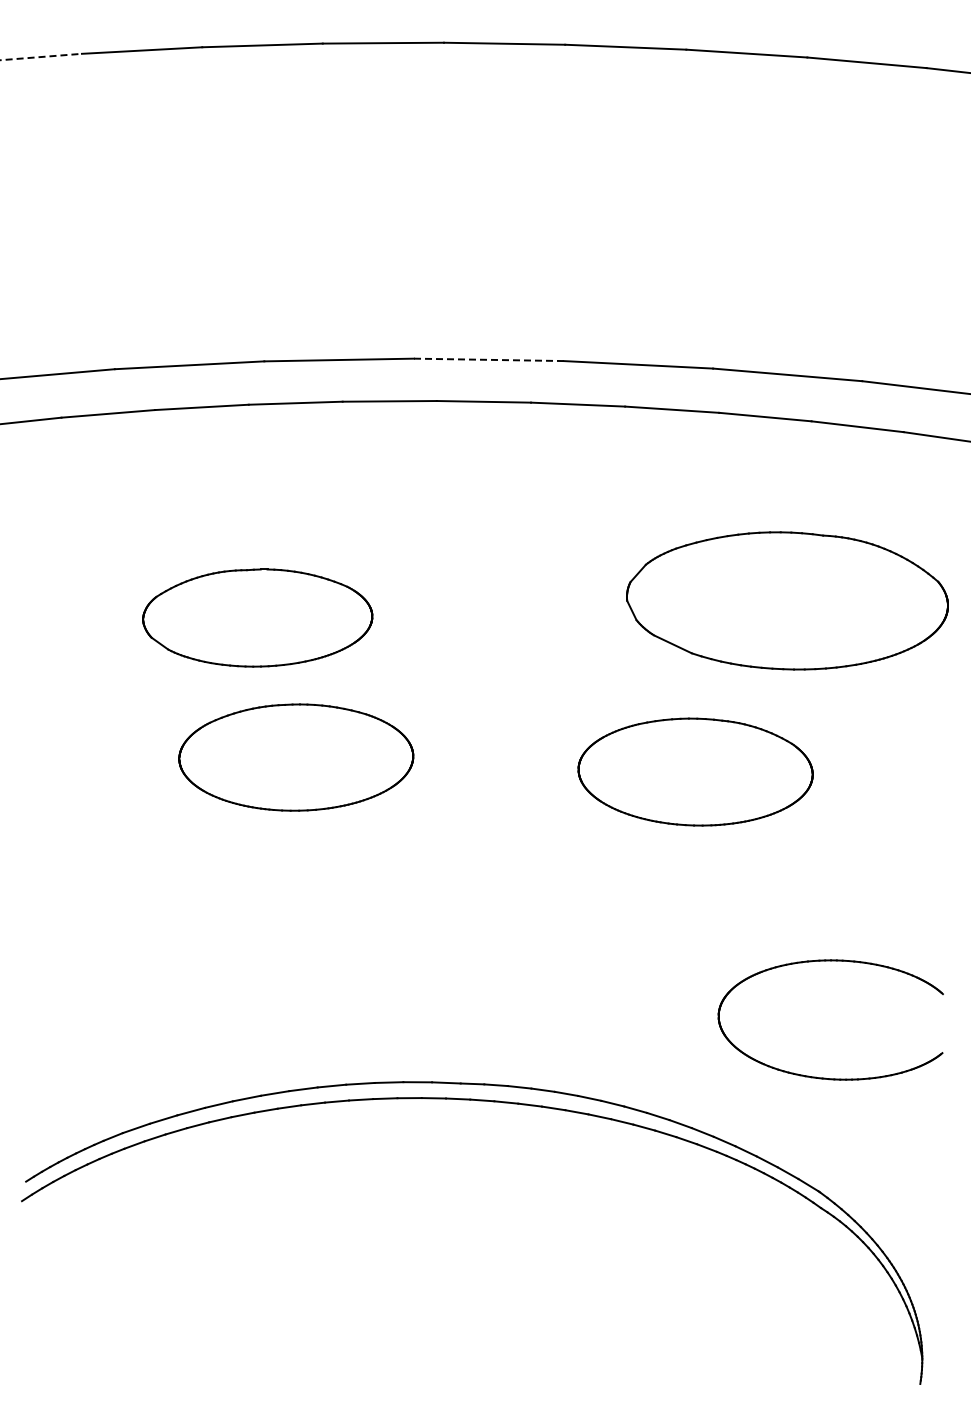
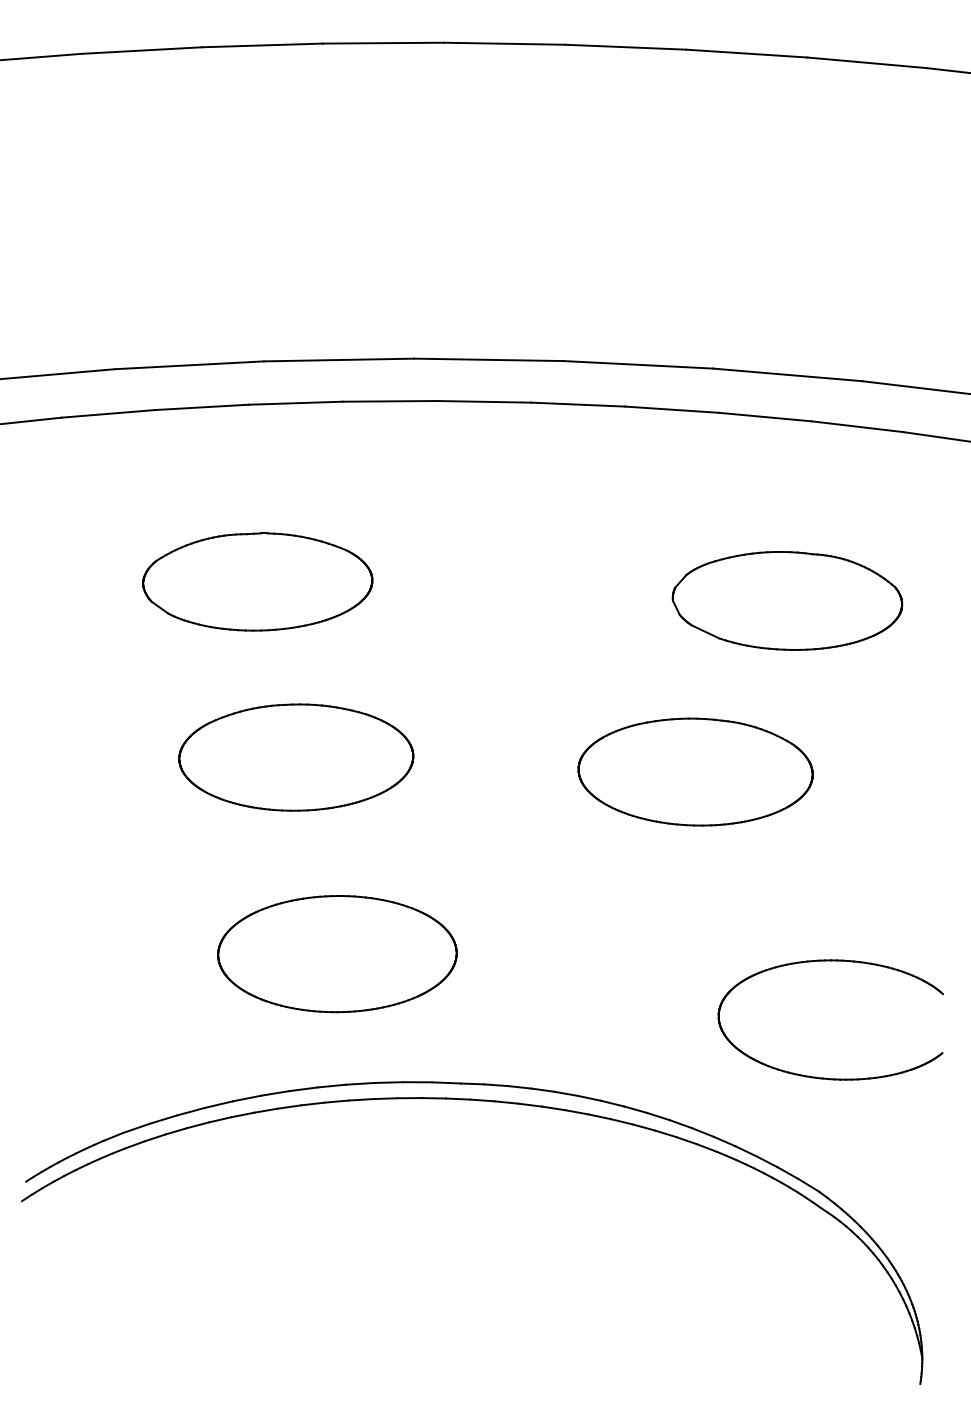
line at (41, 57): dashed -> solid
line at (488, 359): dashed -> solid
part at (787, 600) size: 323x140 px -> 233x100 px
part at (257, 617) position: (257, 617) -> (257, 581)
part at (337, 954): none -> present
